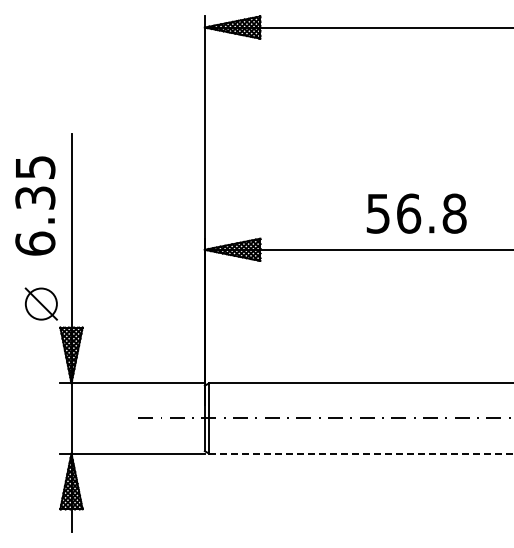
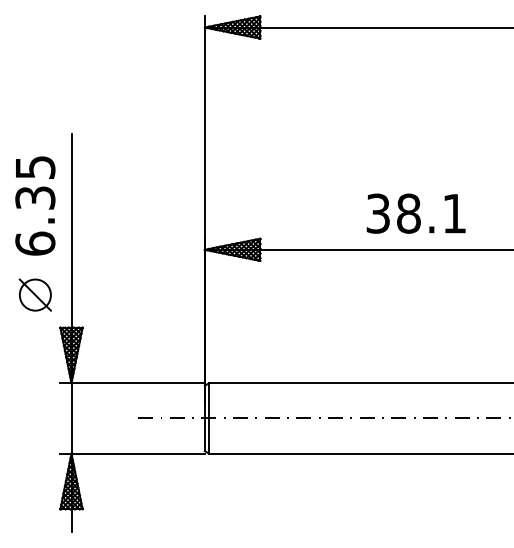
text at (416, 213): 56.8 -> 38.1
part at (40, 303) position: (40, 303) -> (34, 294)
line at (361, 453): dashed -> solid
